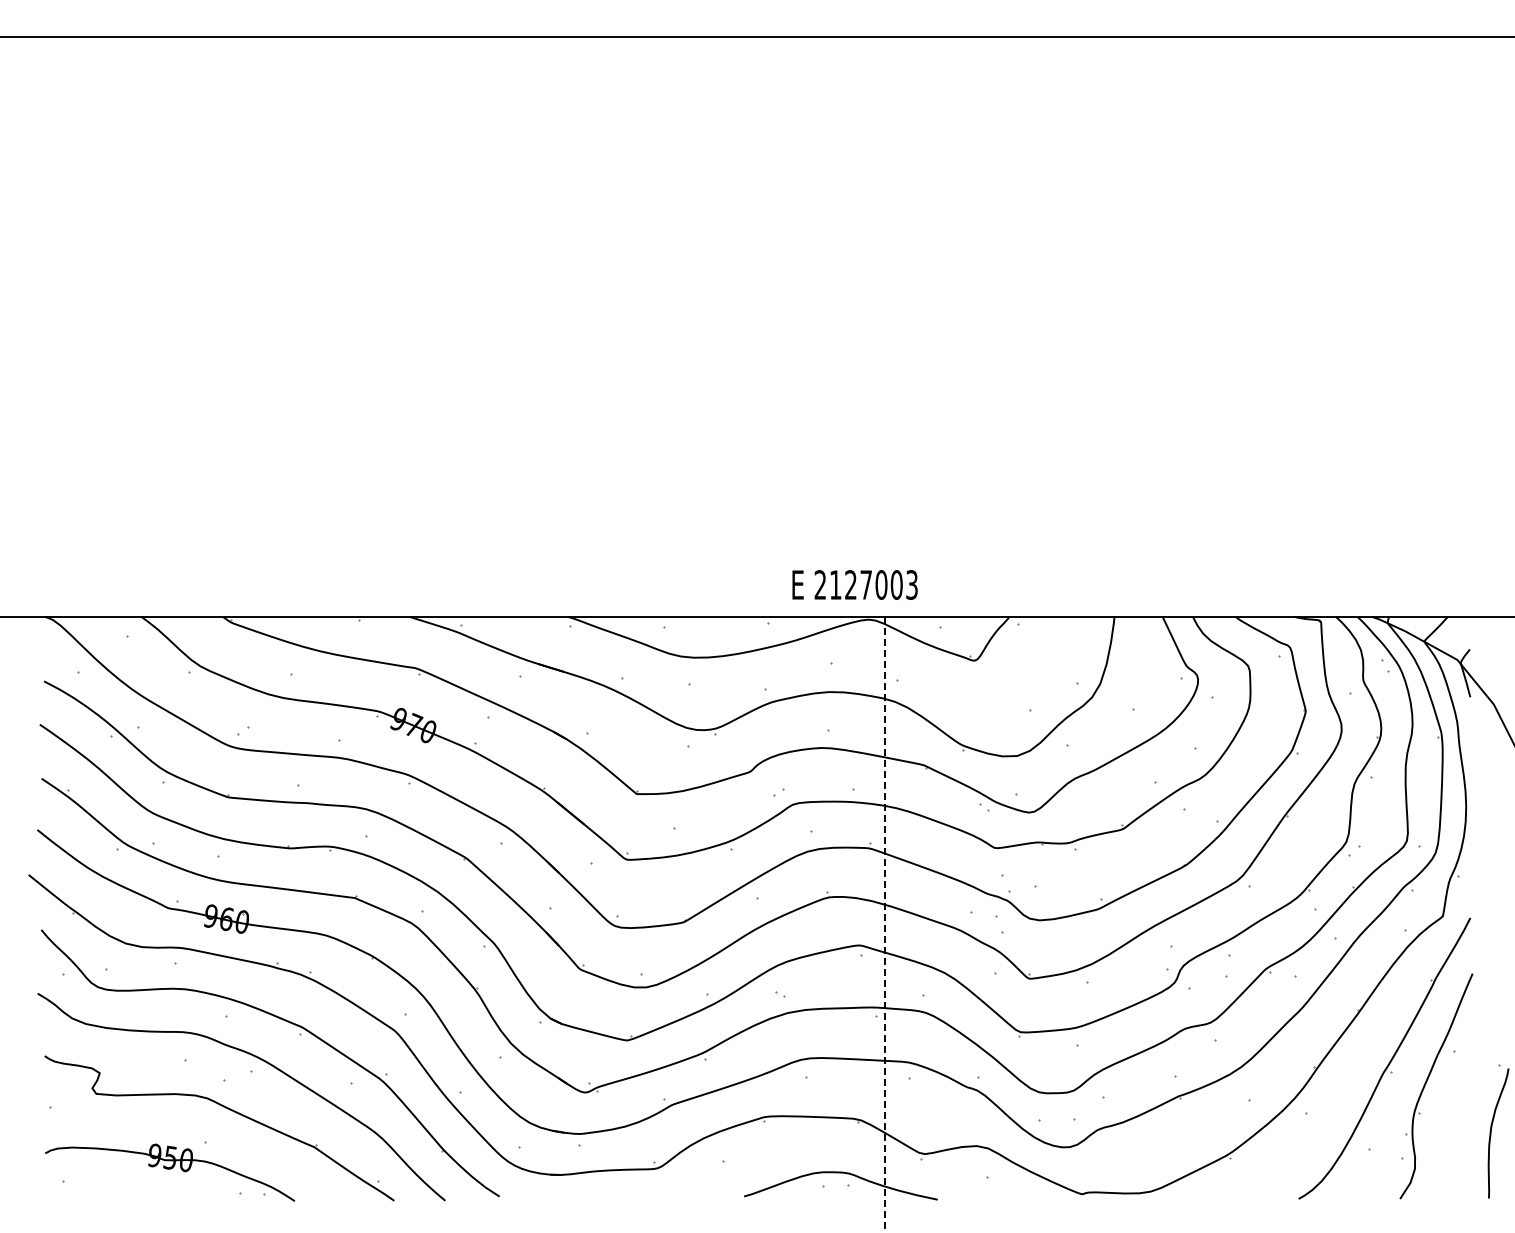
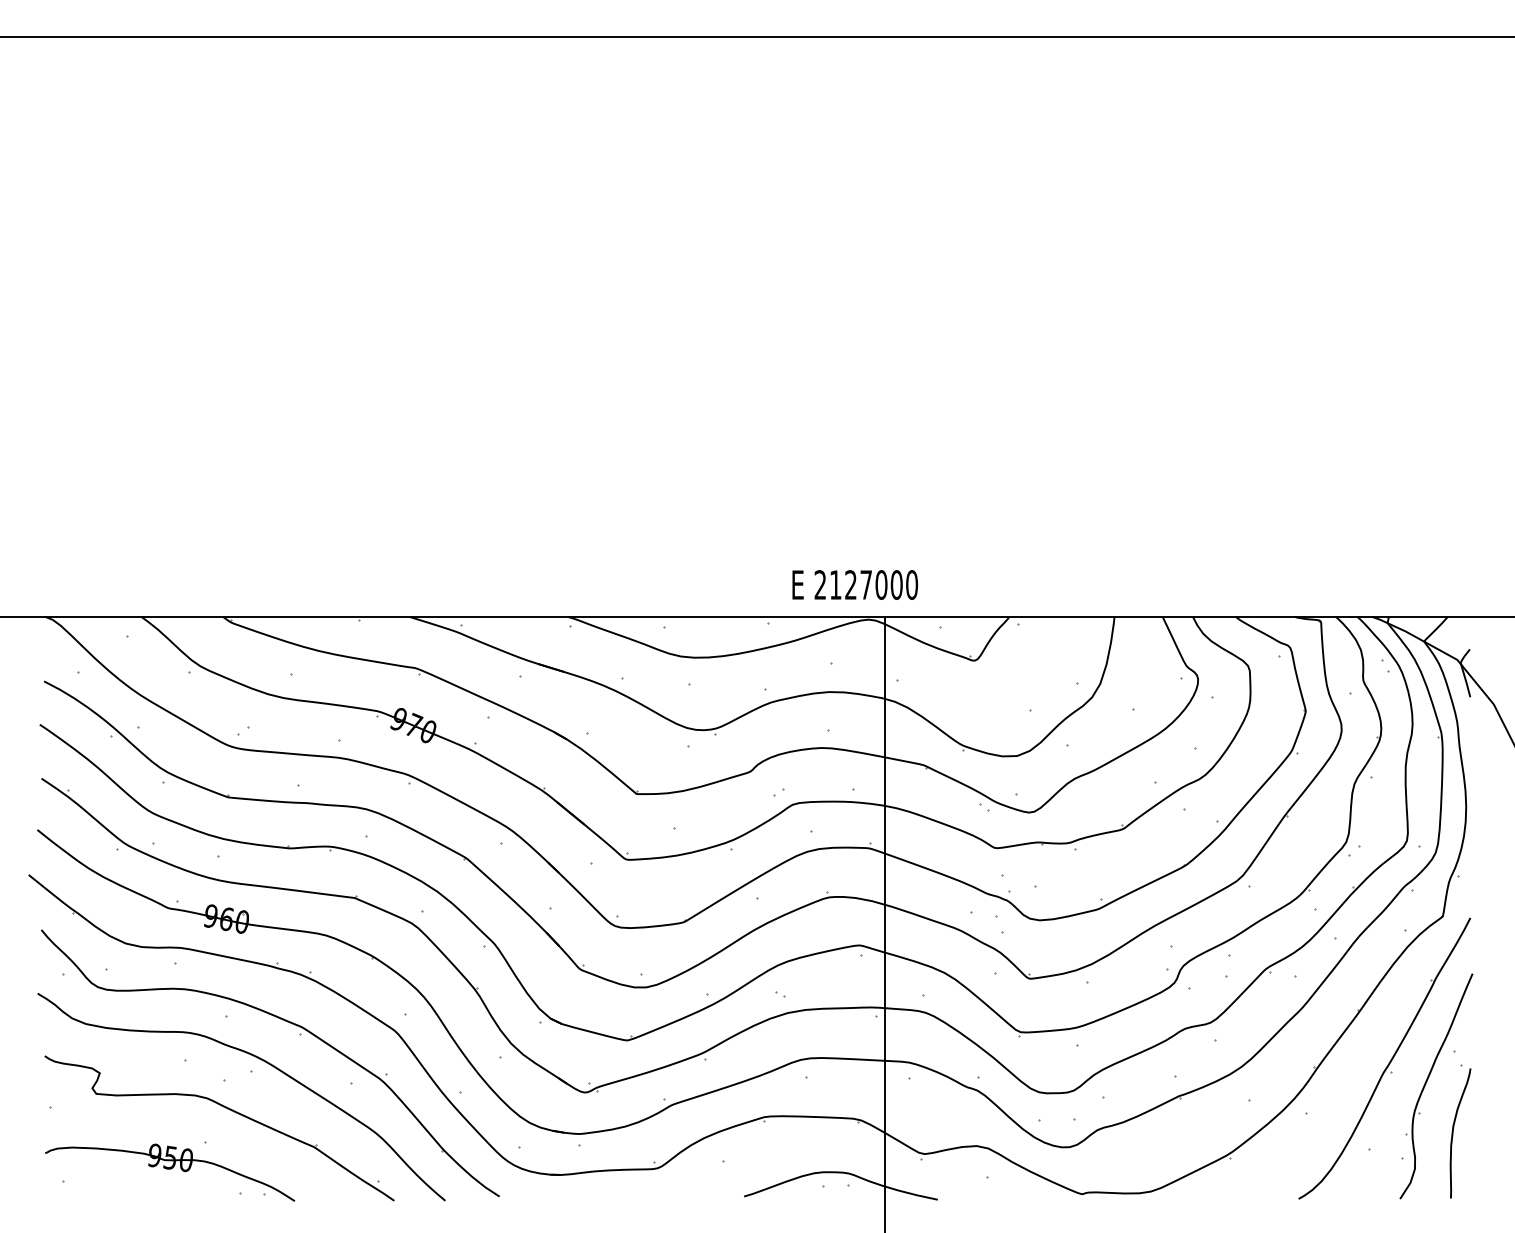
text at (912, 584): 2127003 -> 2127000
line at (885, 925): dashed -> solid
part at (1491, 1131) position: (1491, 1131) -> (1453, 1131)
